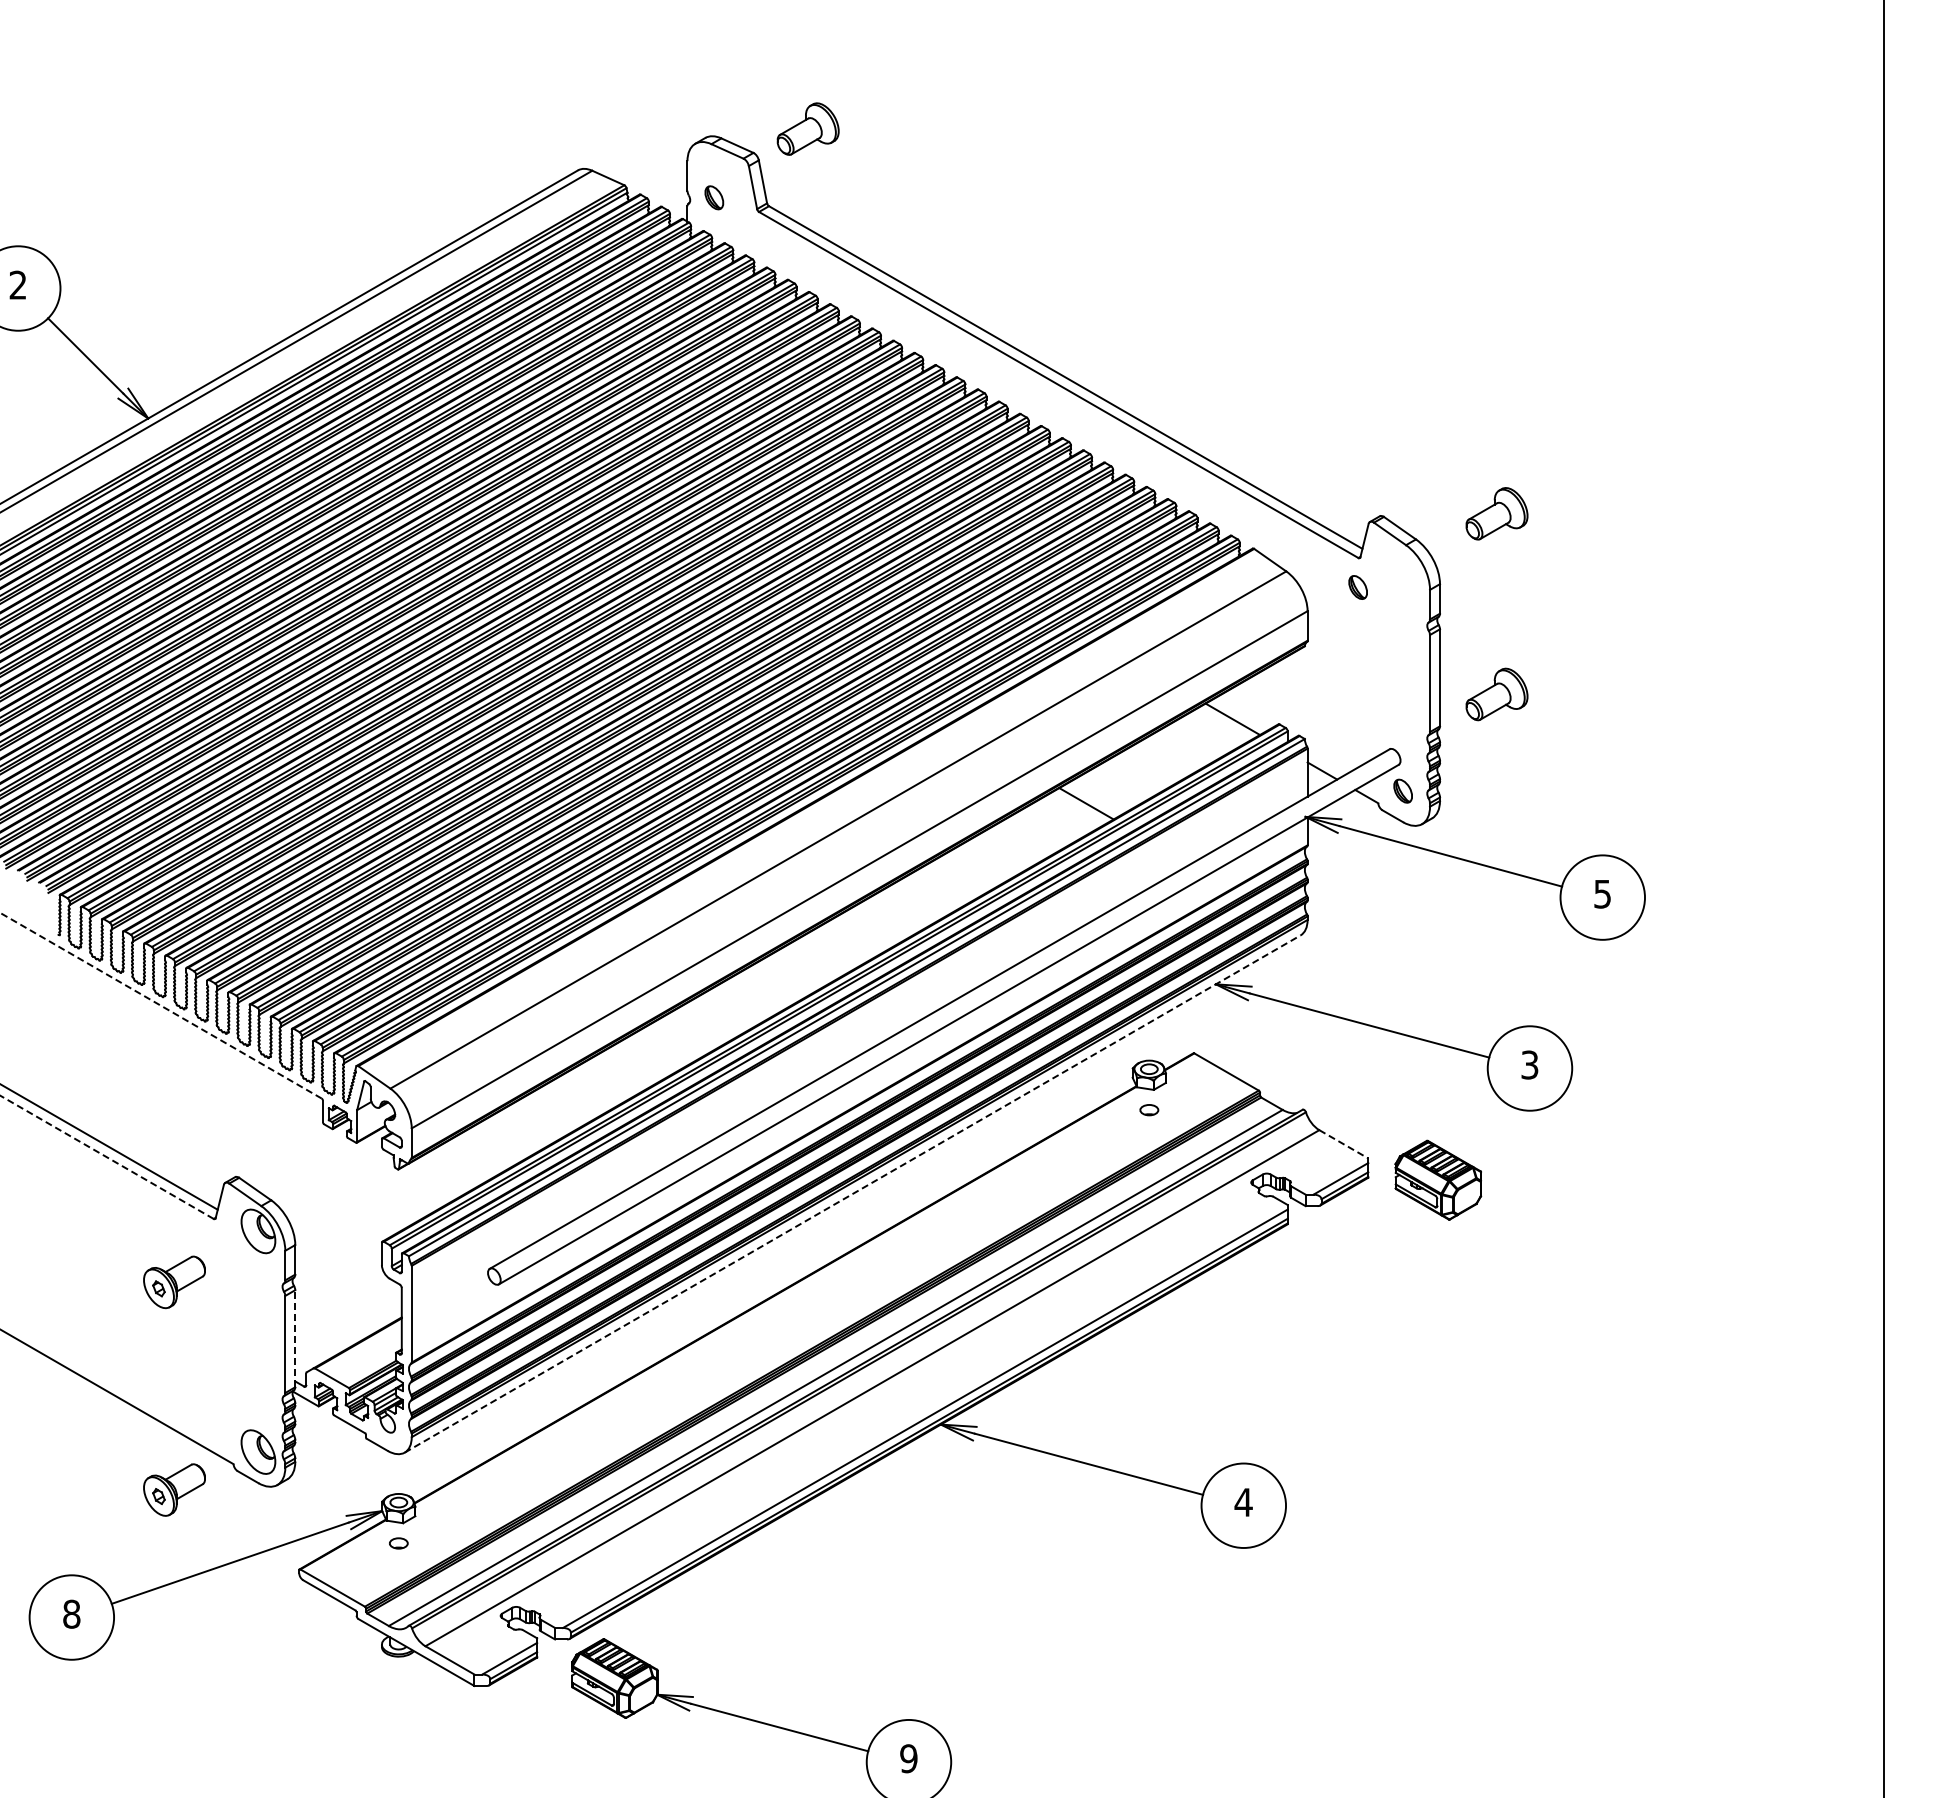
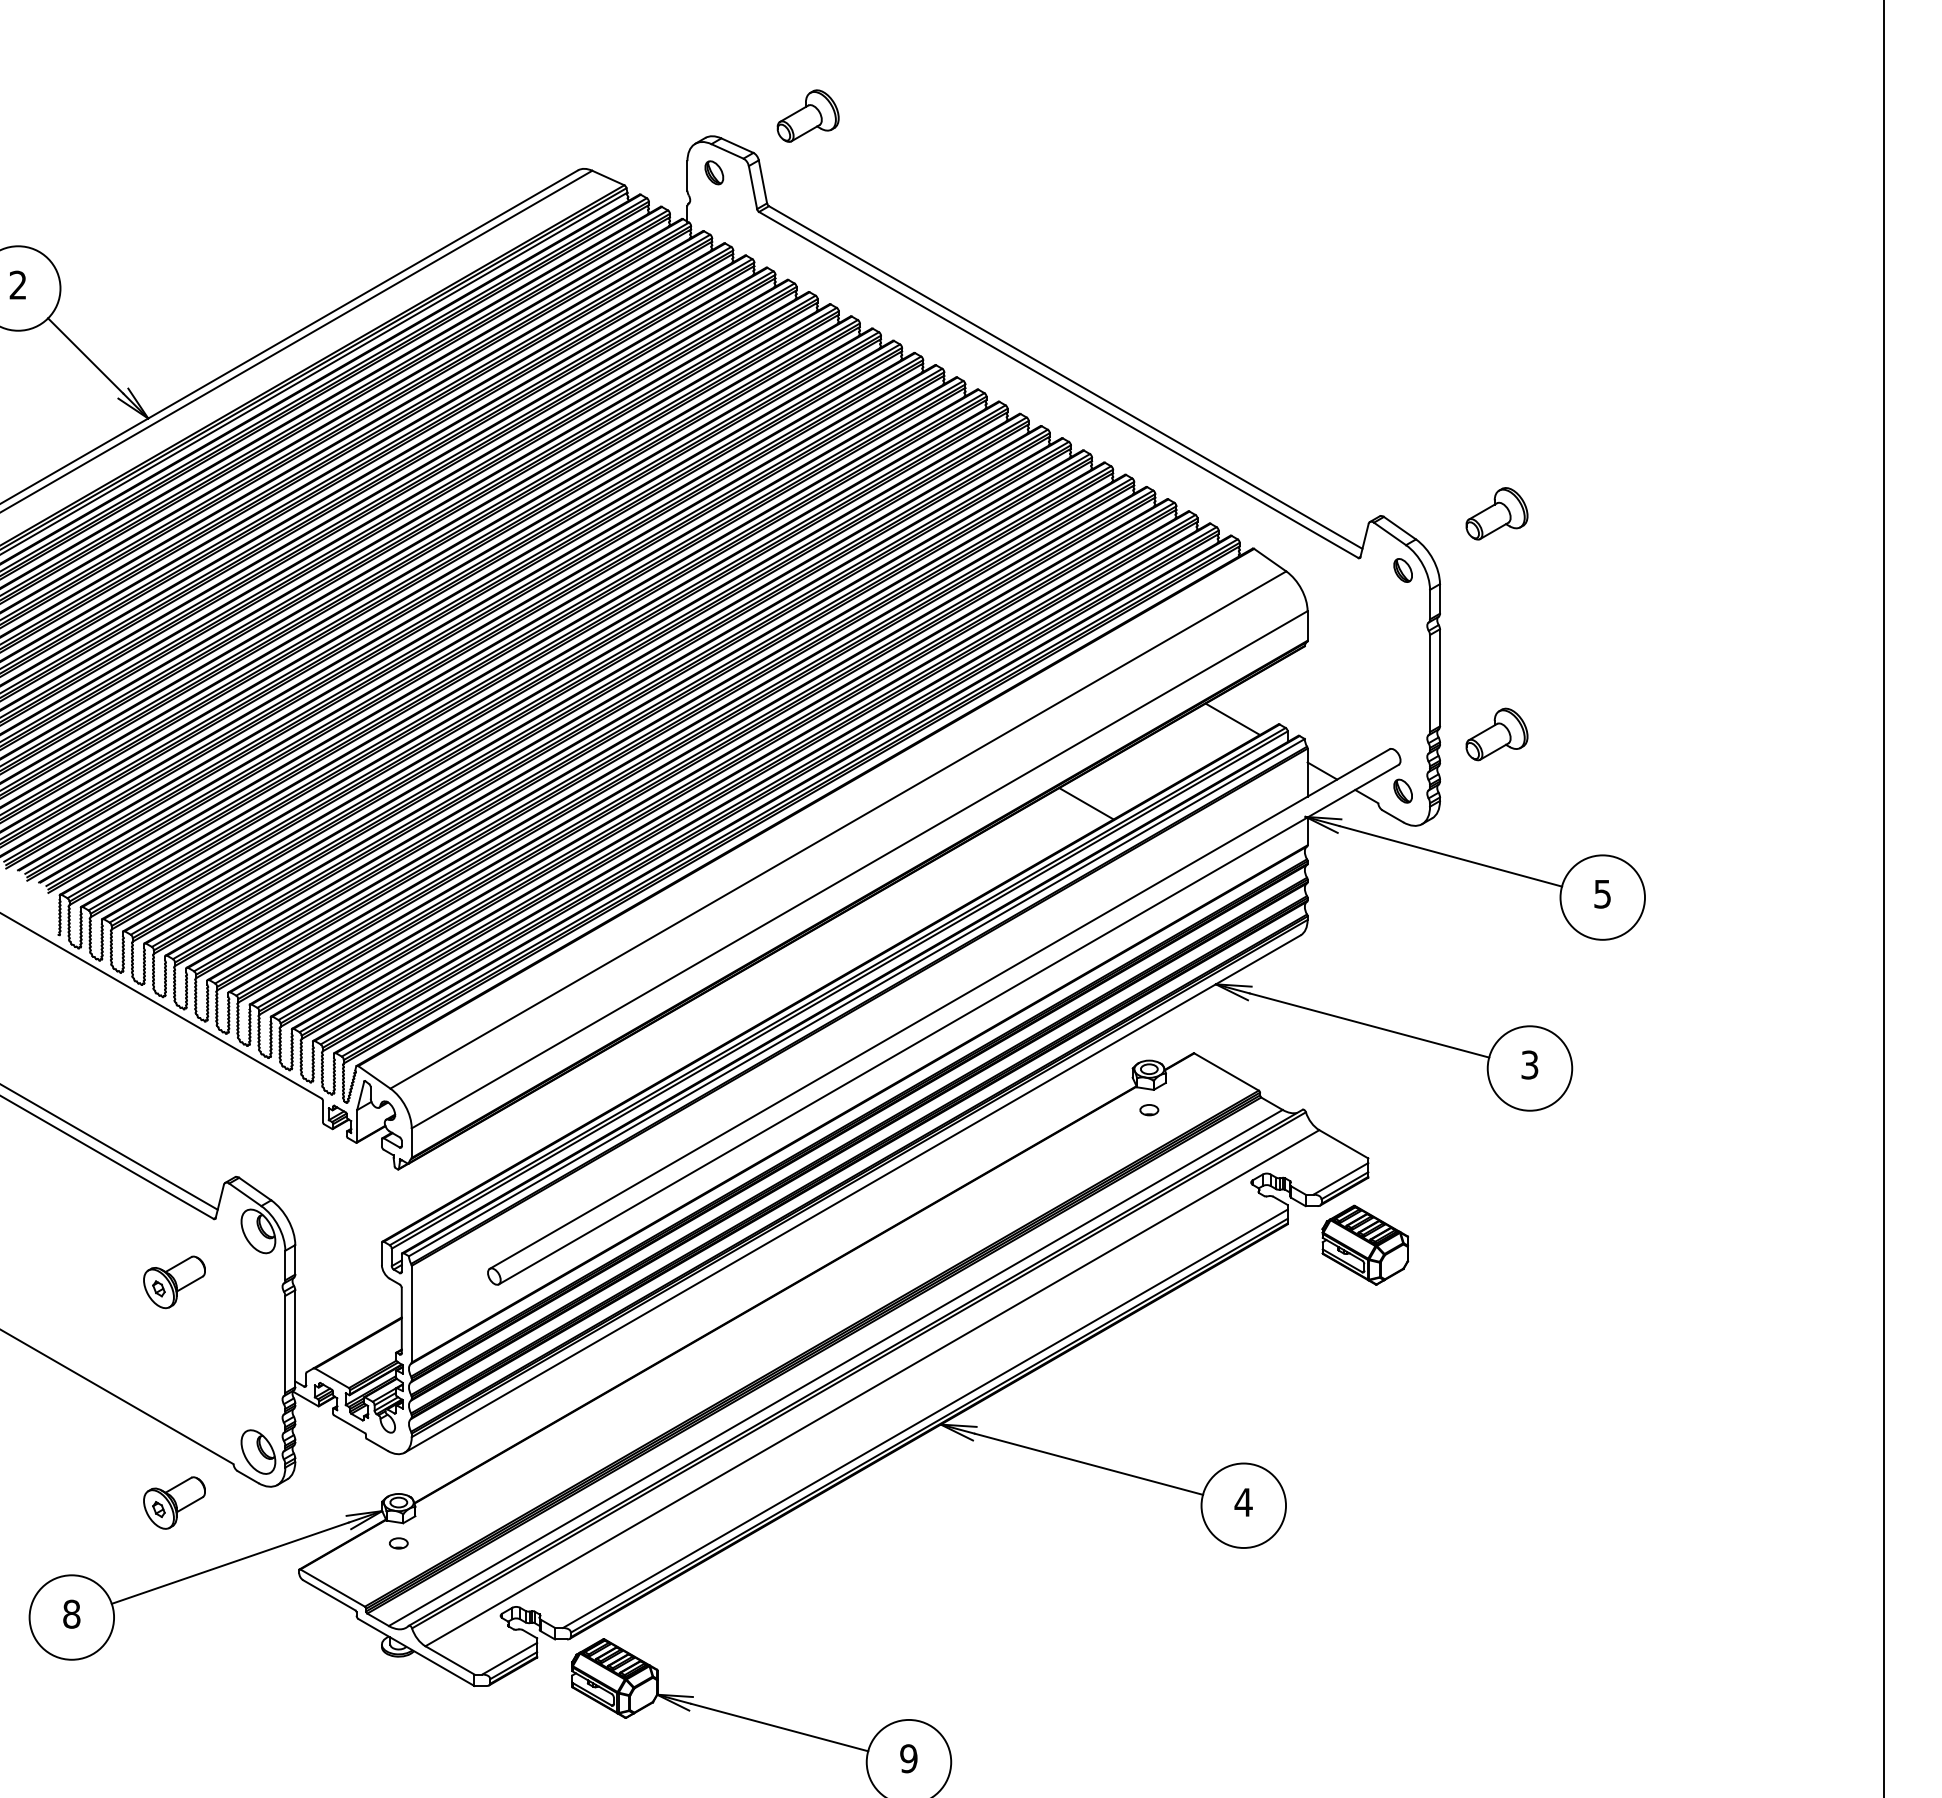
part at (807, 128) position: (807, 128) -> (807, 115)
part at (714, 197) position: (714, 197) -> (714, 172)
part at (1357, 587) position: (1357, 587) -> (1402, 570)
part at (1496, 694) position: (1496, 694) -> (1496, 734)
line at (160, 1005): dashed -> solid
line at (1344, 1144): dashed -> solid
line at (106, 1157): dashed -> solid
part at (1438, 1179) position: (1438, 1179) -> (1365, 1244)
line at (853, 1193): dashed -> solid
line at (295, 1338): dashed -> solid
part at (174, 1489) position: (174, 1489) -> (174, 1502)
